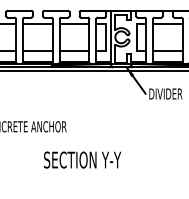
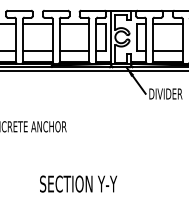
text at (82, 159) position: (82, 159) -> (78, 183)
